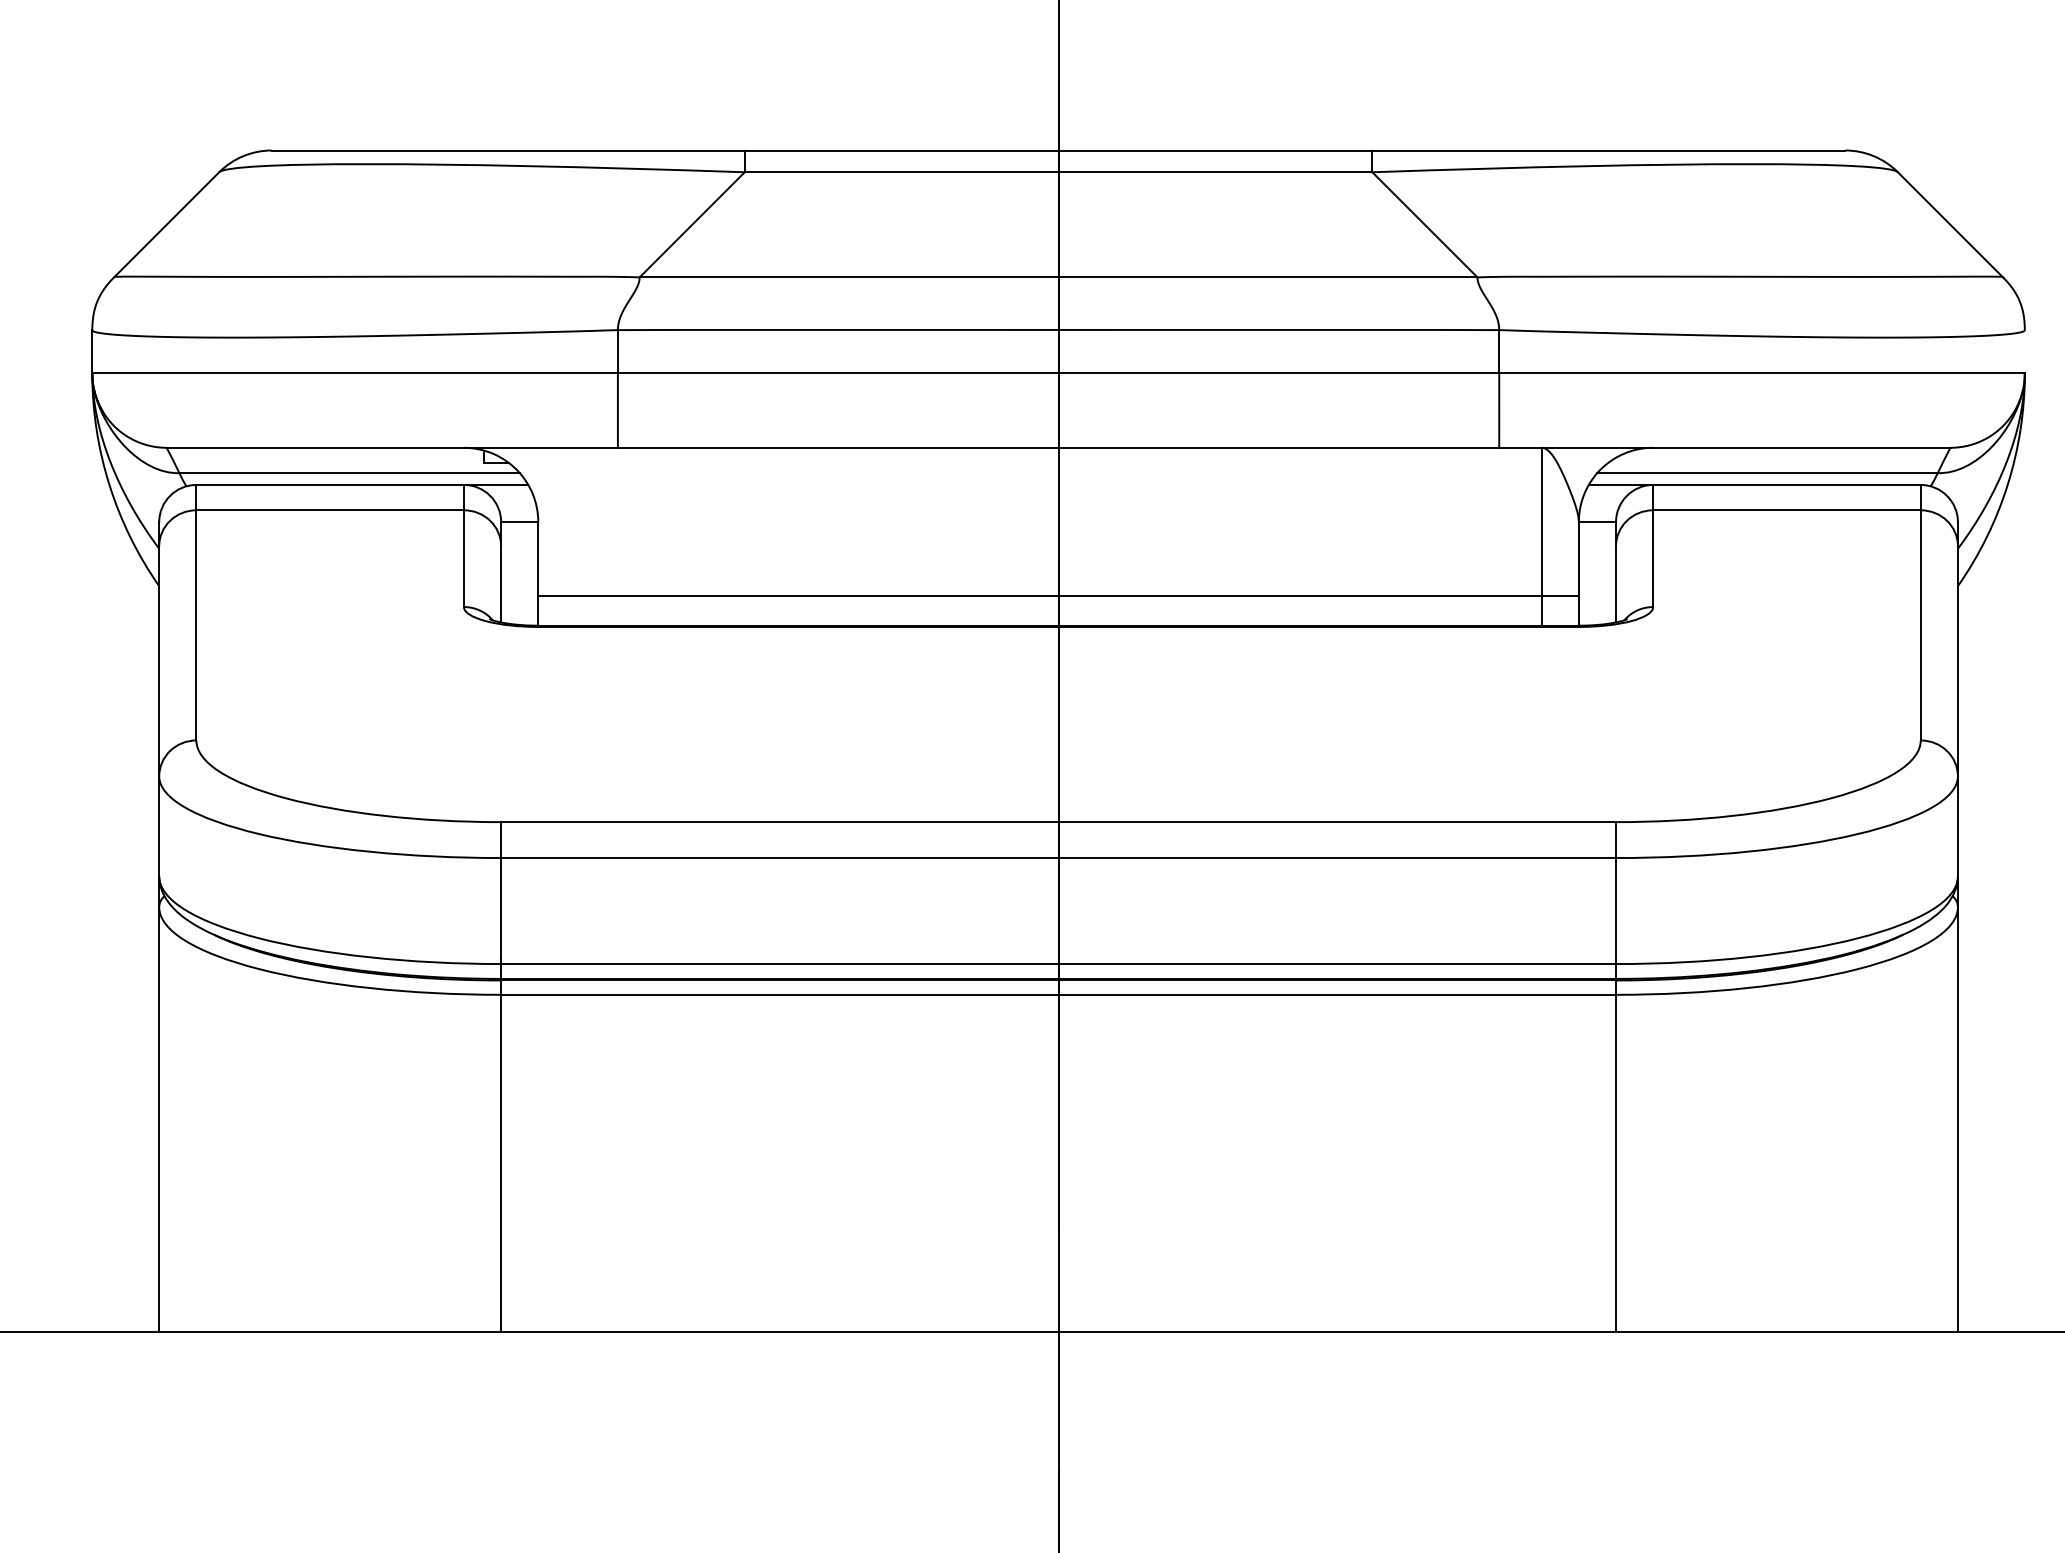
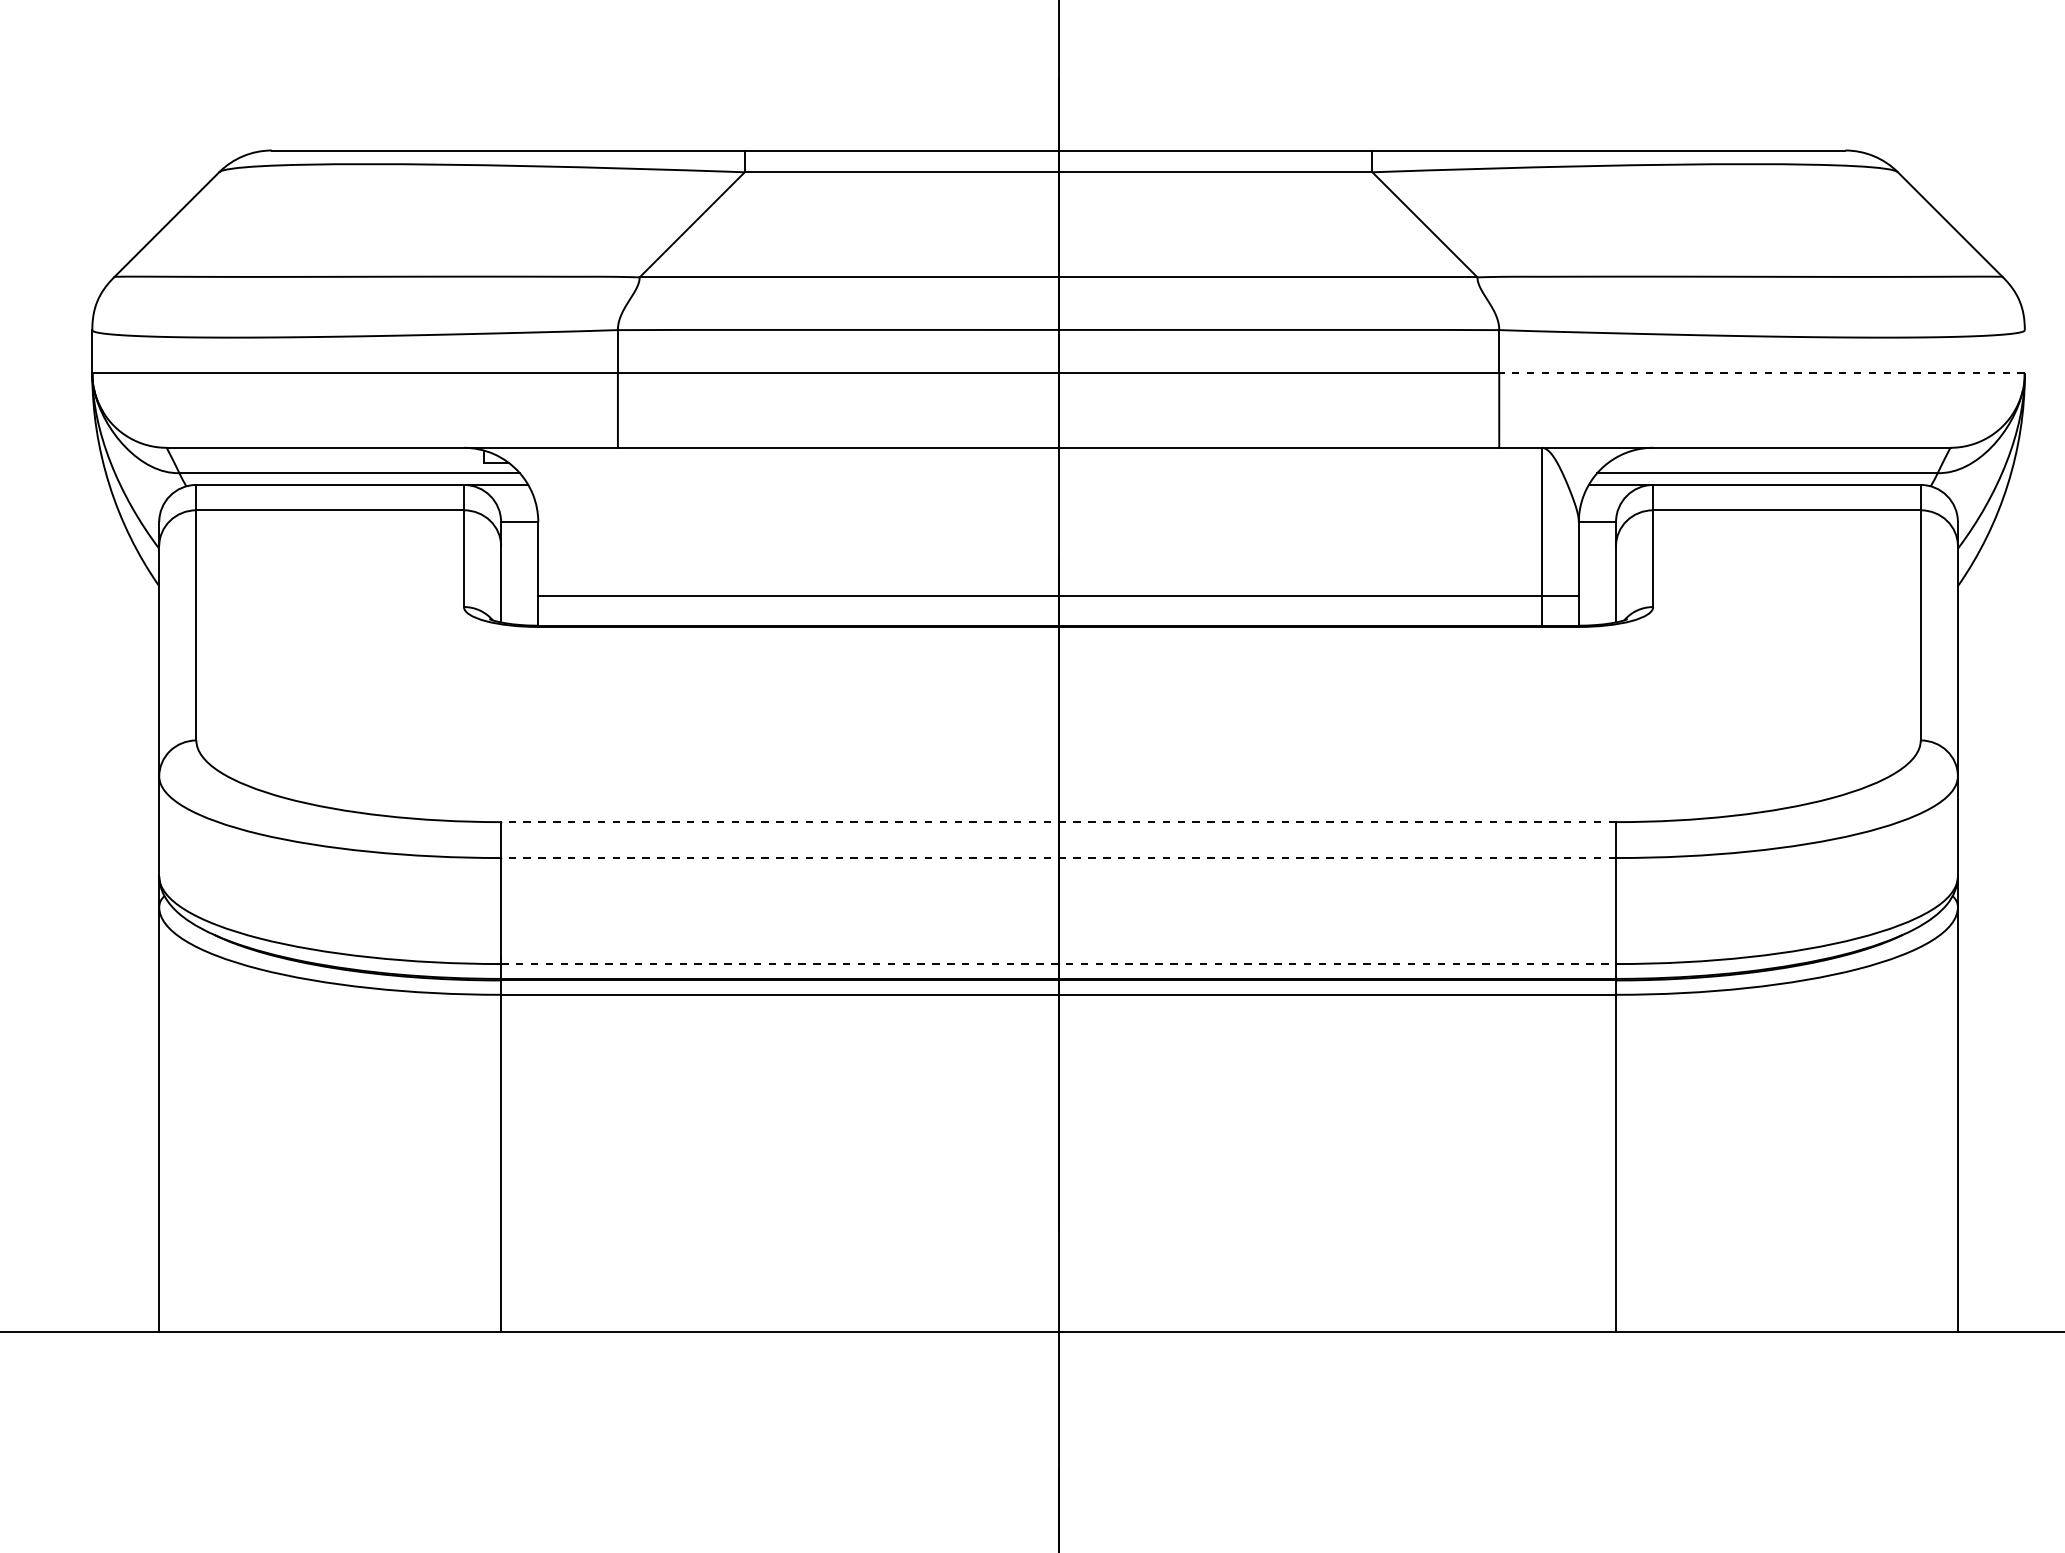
line at (1762, 373): solid -> dashed
line at (1058, 822): solid -> dashed
line at (1058, 858): solid -> dashed
line at (1059, 964): solid -> dashed
